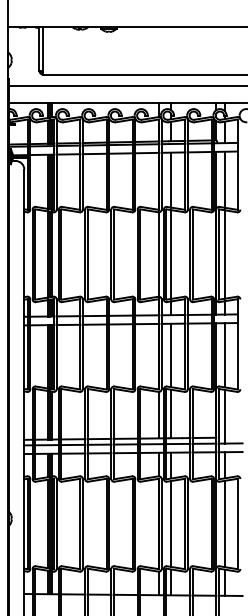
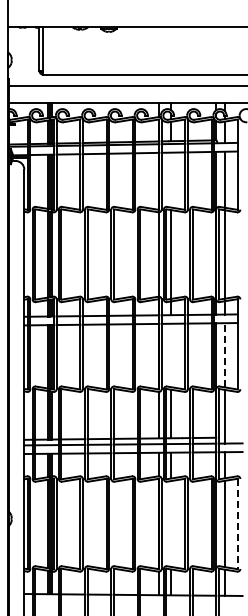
line at (171, 179): present -> none
line at (224, 354): solid -> dashed
line at (171, 355): present -> none
line at (171, 523): present -> none
line at (237, 523): solid -> dashed
